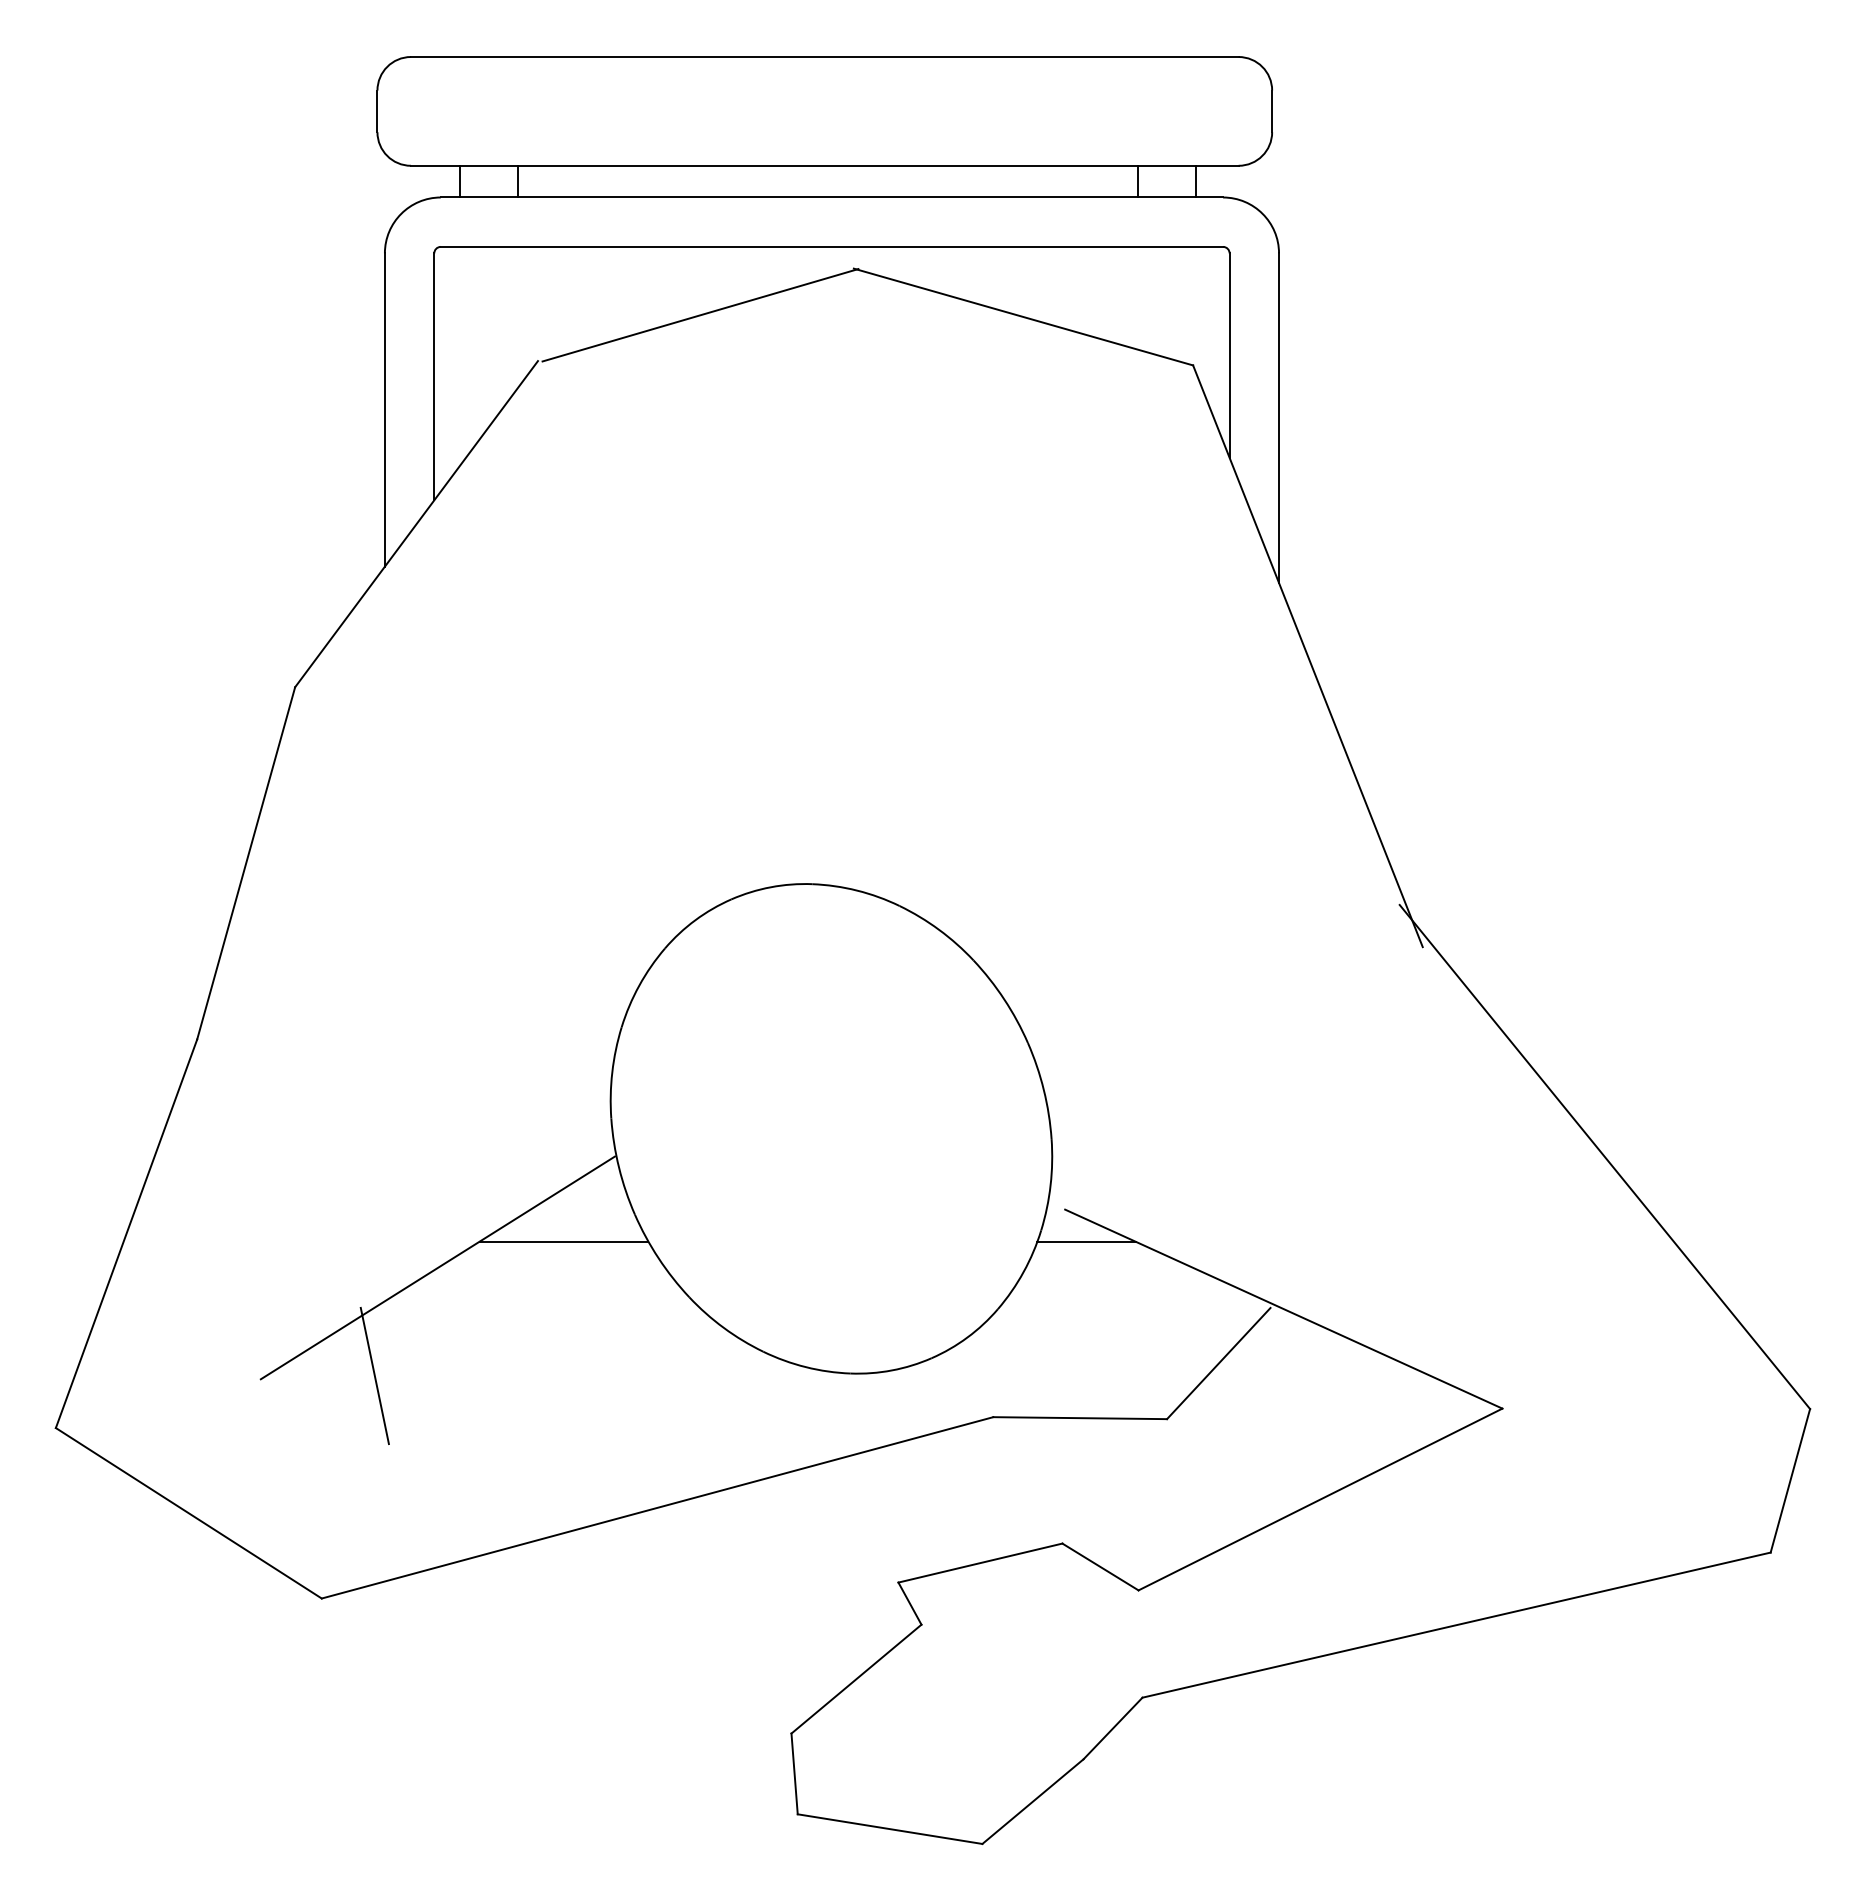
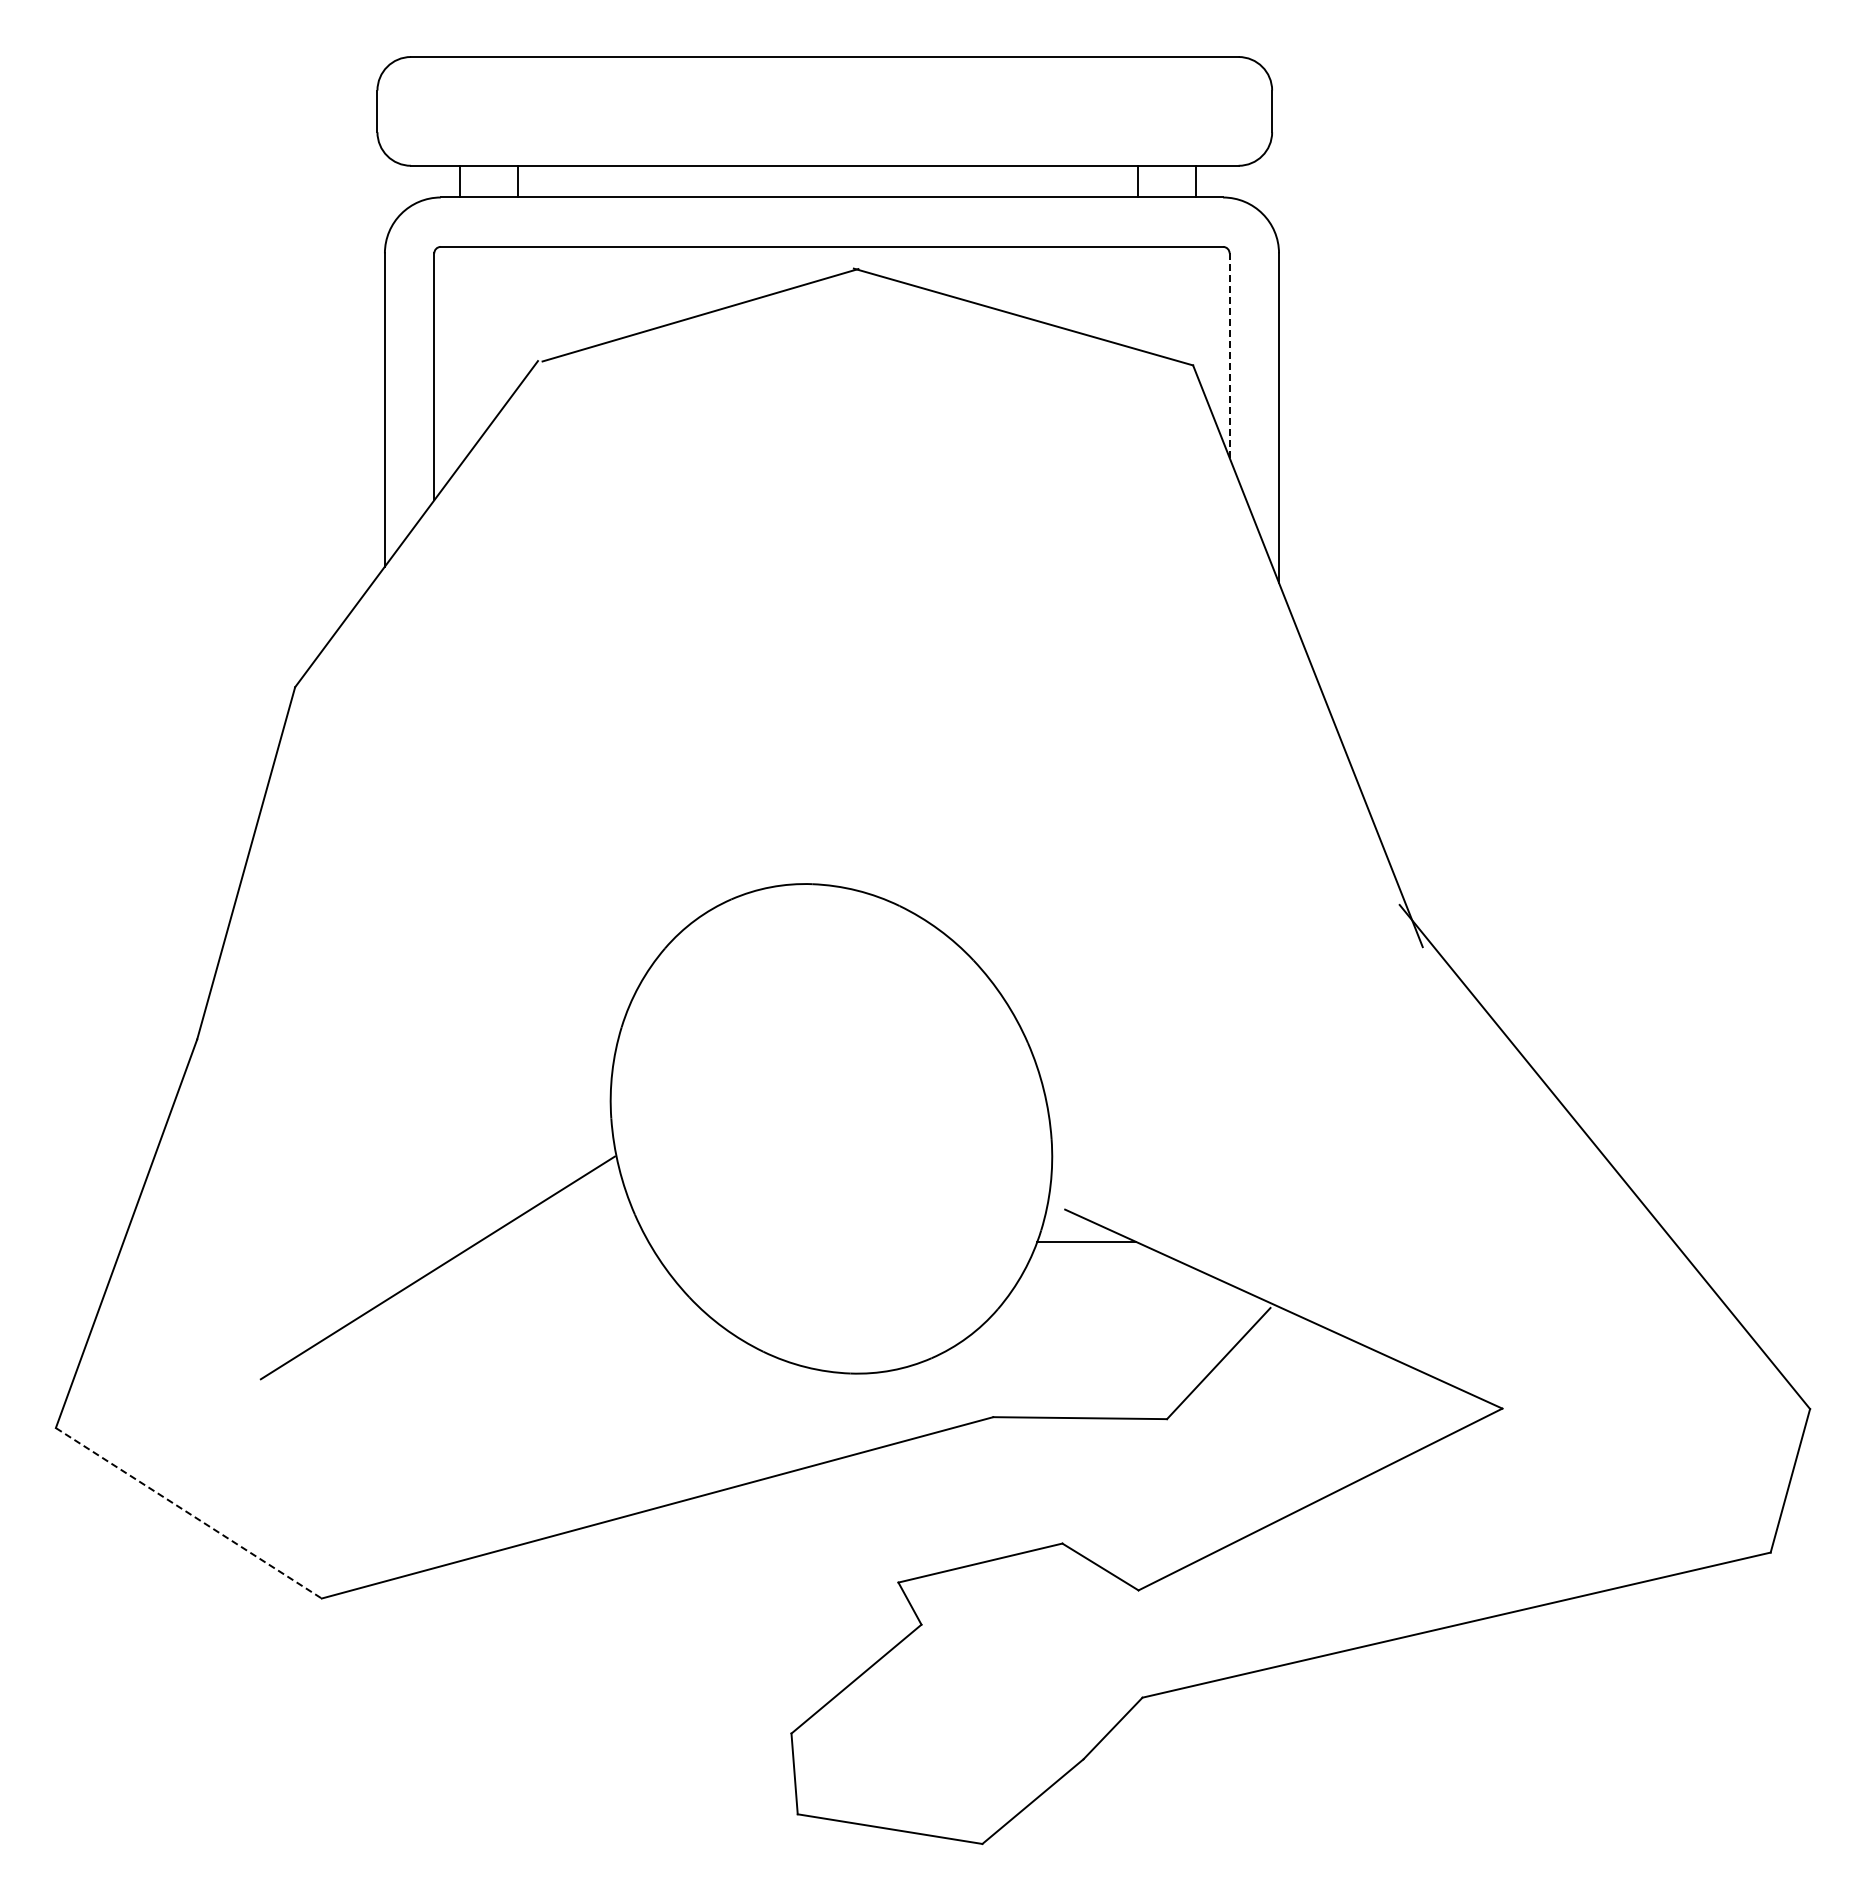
line at (1229, 355): solid -> dashed
line at (563, 1241): present -> none
line at (374, 1375): present -> none
line at (188, 1513): solid -> dashed
